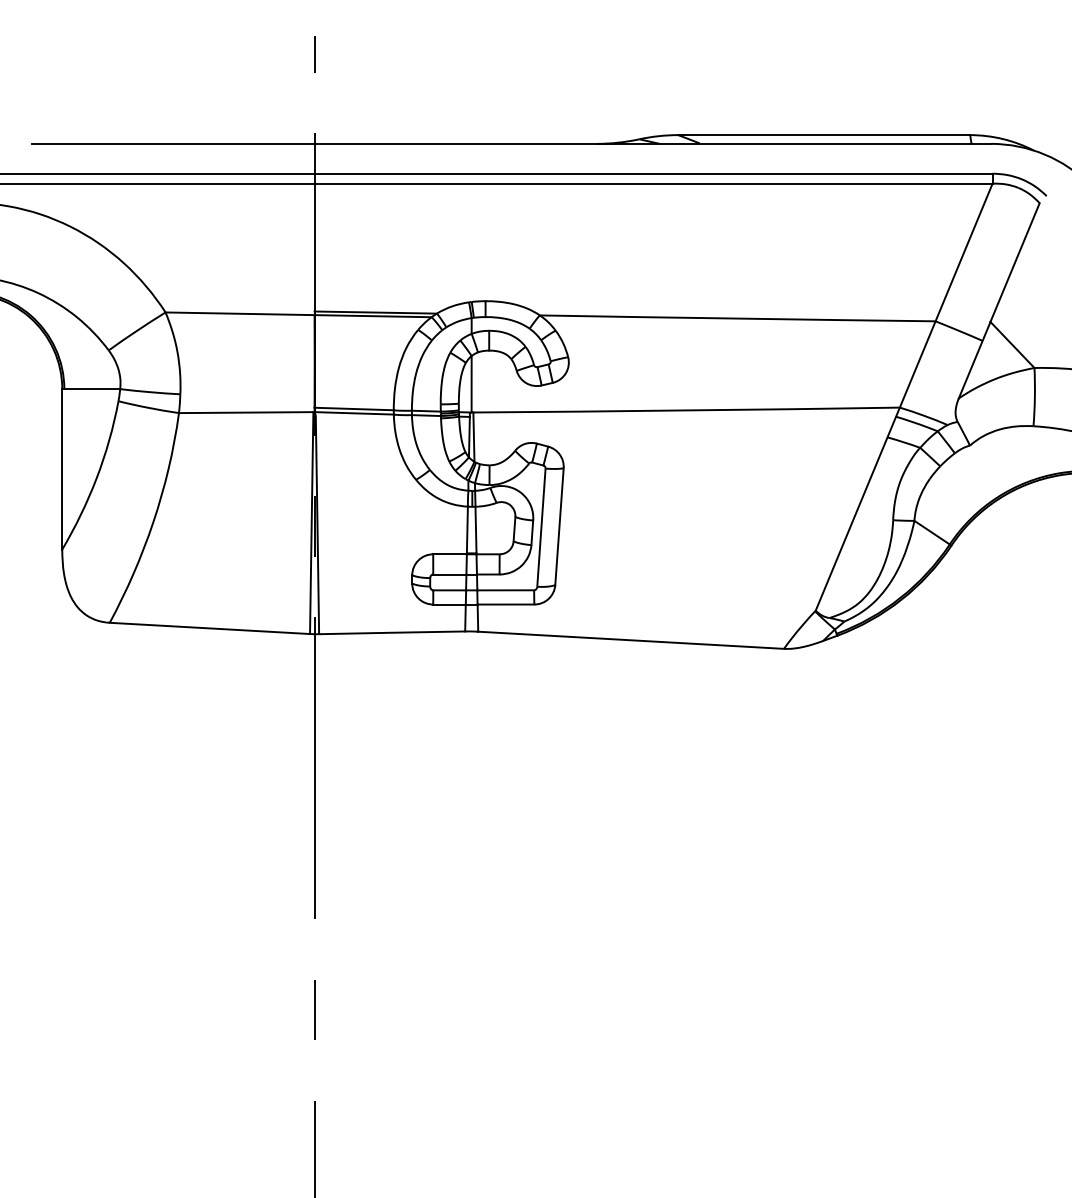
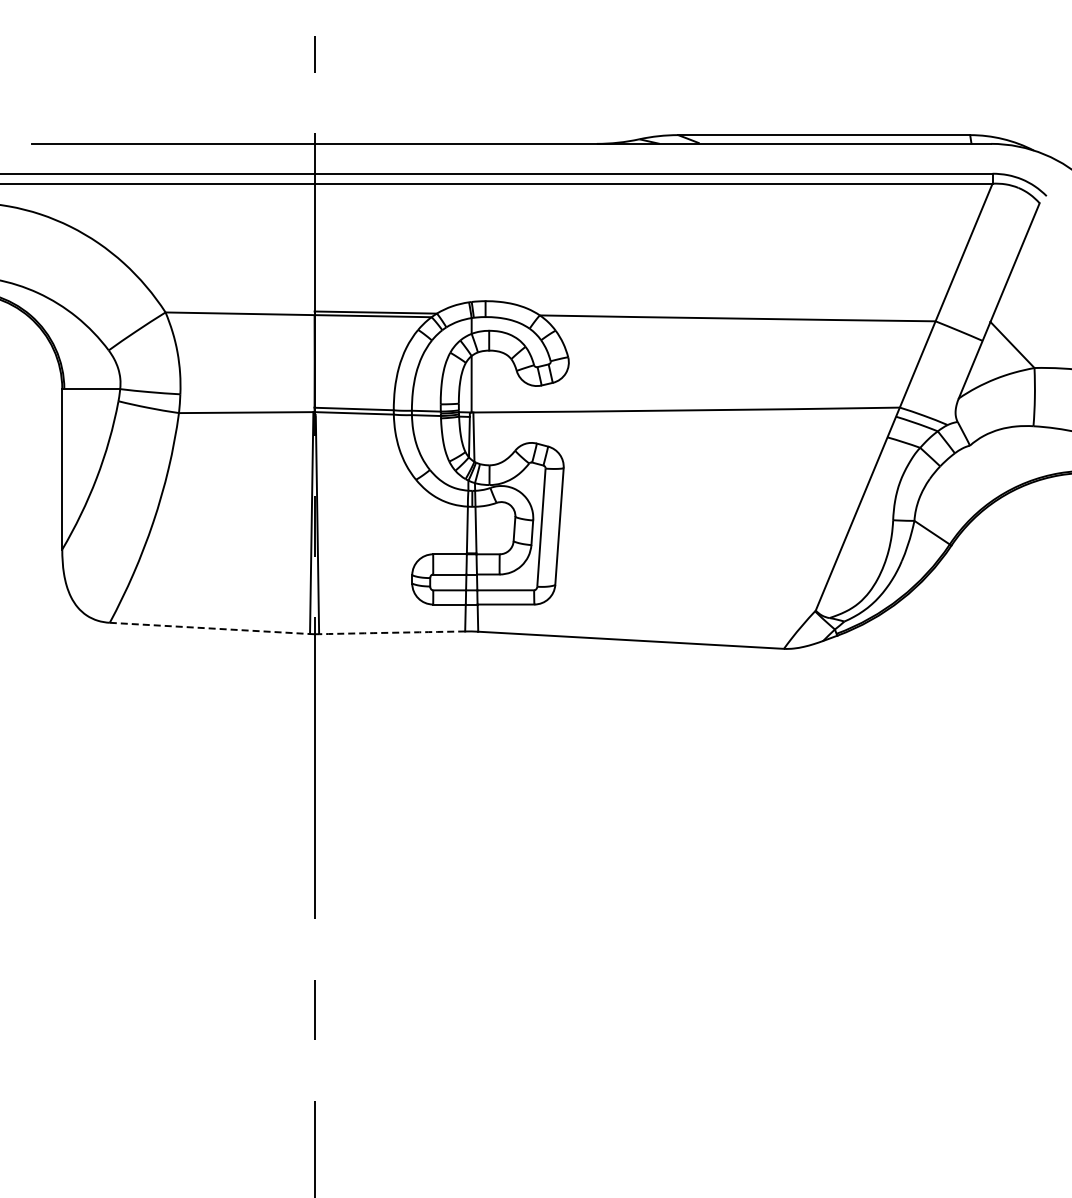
line at (210, 628): solid -> dashed
arc at (392, 632): solid -> dashed
